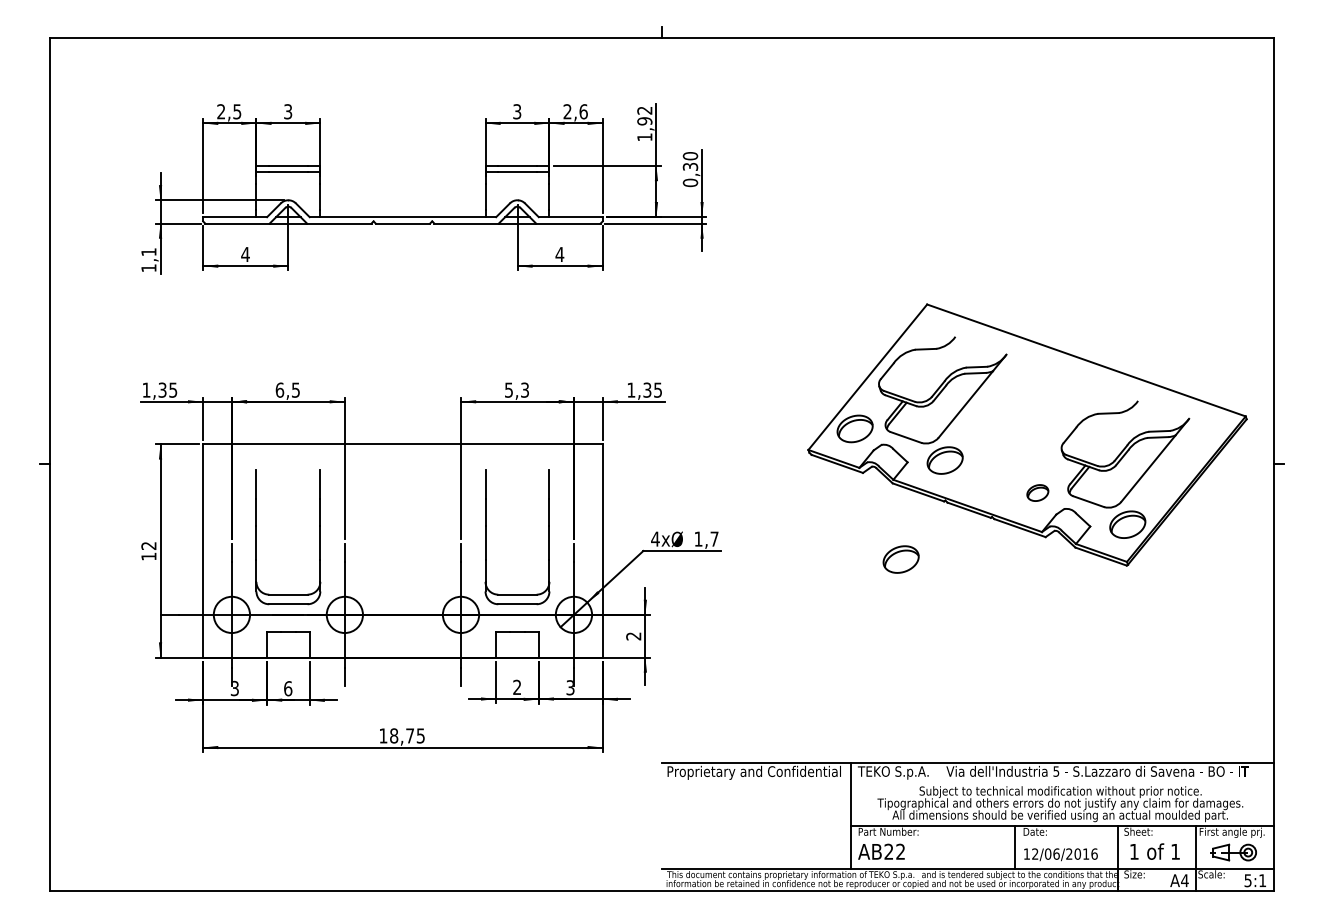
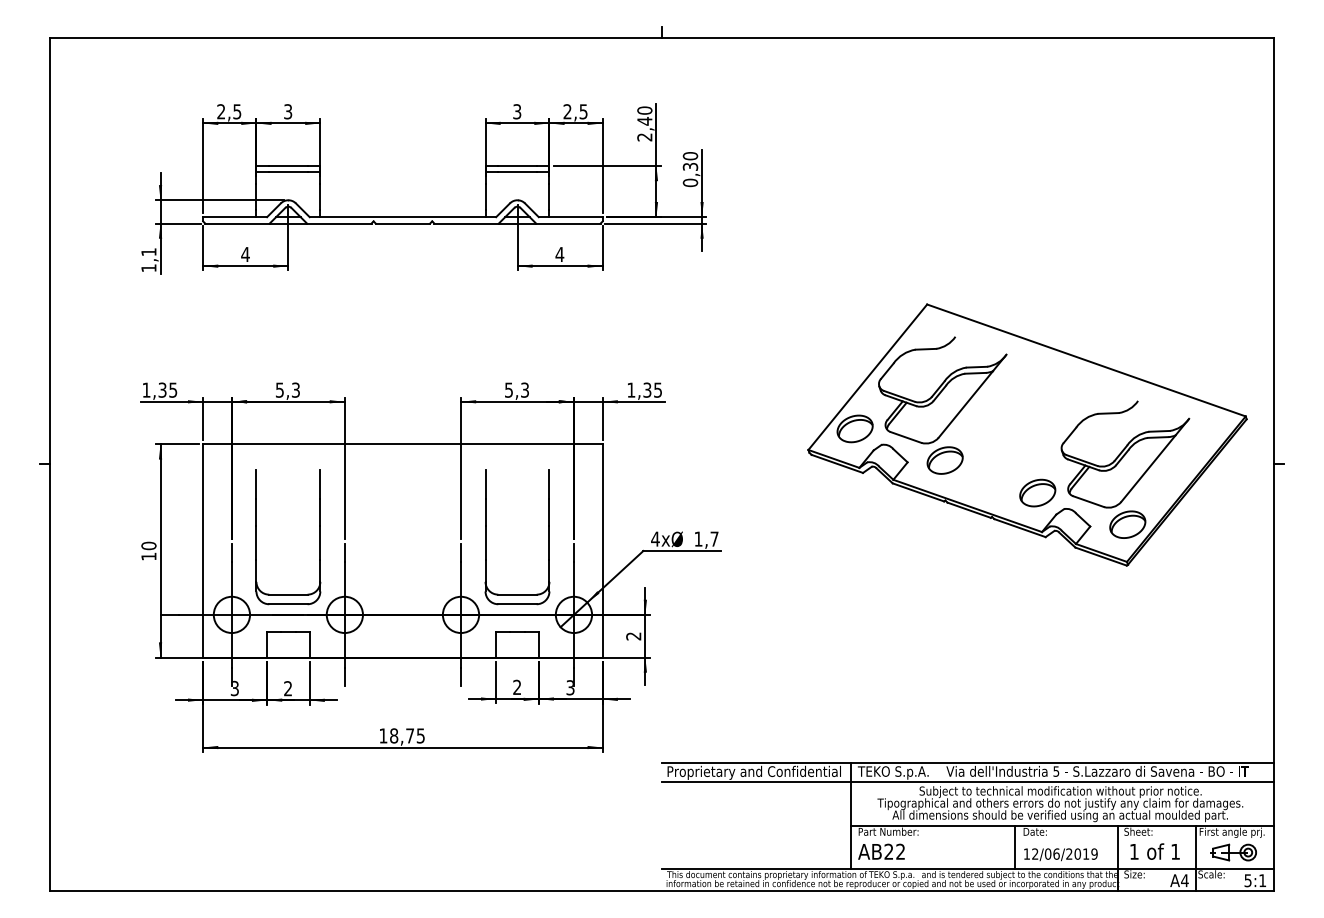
text at (583, 111): 2,6 -> 2,5
text at (644, 123): 1,92 -> 2,40
text at (287, 389): 6,5 -> 5,3
part at (1037, 492) size: 24x18 px -> 38x30 px
text at (148, 545): 12 -> 10
part at (900, 559): present -> none
text at (288, 688): 6 -> 2
line at (967, 781): none -> present
text at (1094, 853): 12/06/2016 -> 12/06/2019
